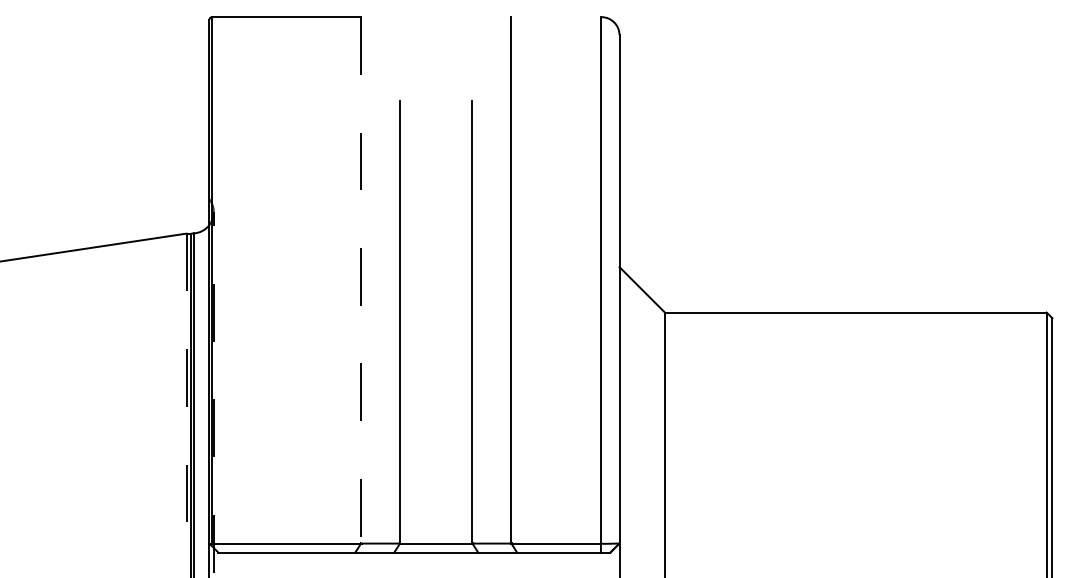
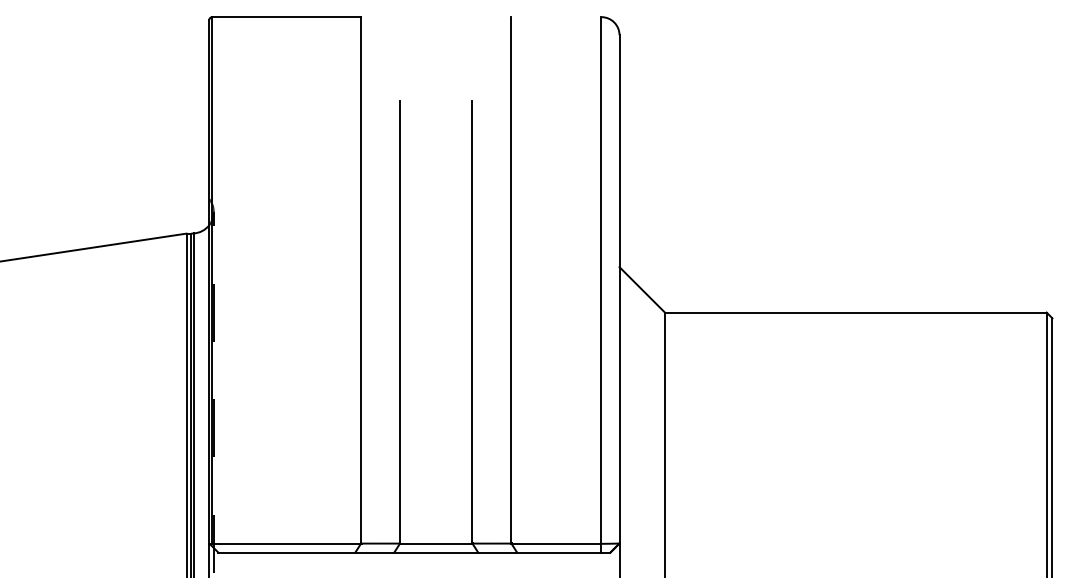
line at (361, 280): dashed -> solid
line at (186, 405): dashed -> solid
